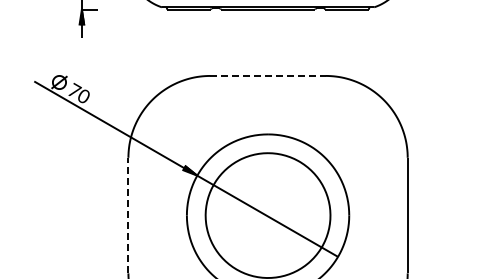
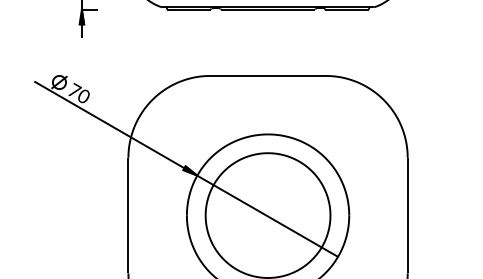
line at (268, 75): dashed -> solid
line at (128, 215): dashed -> solid
